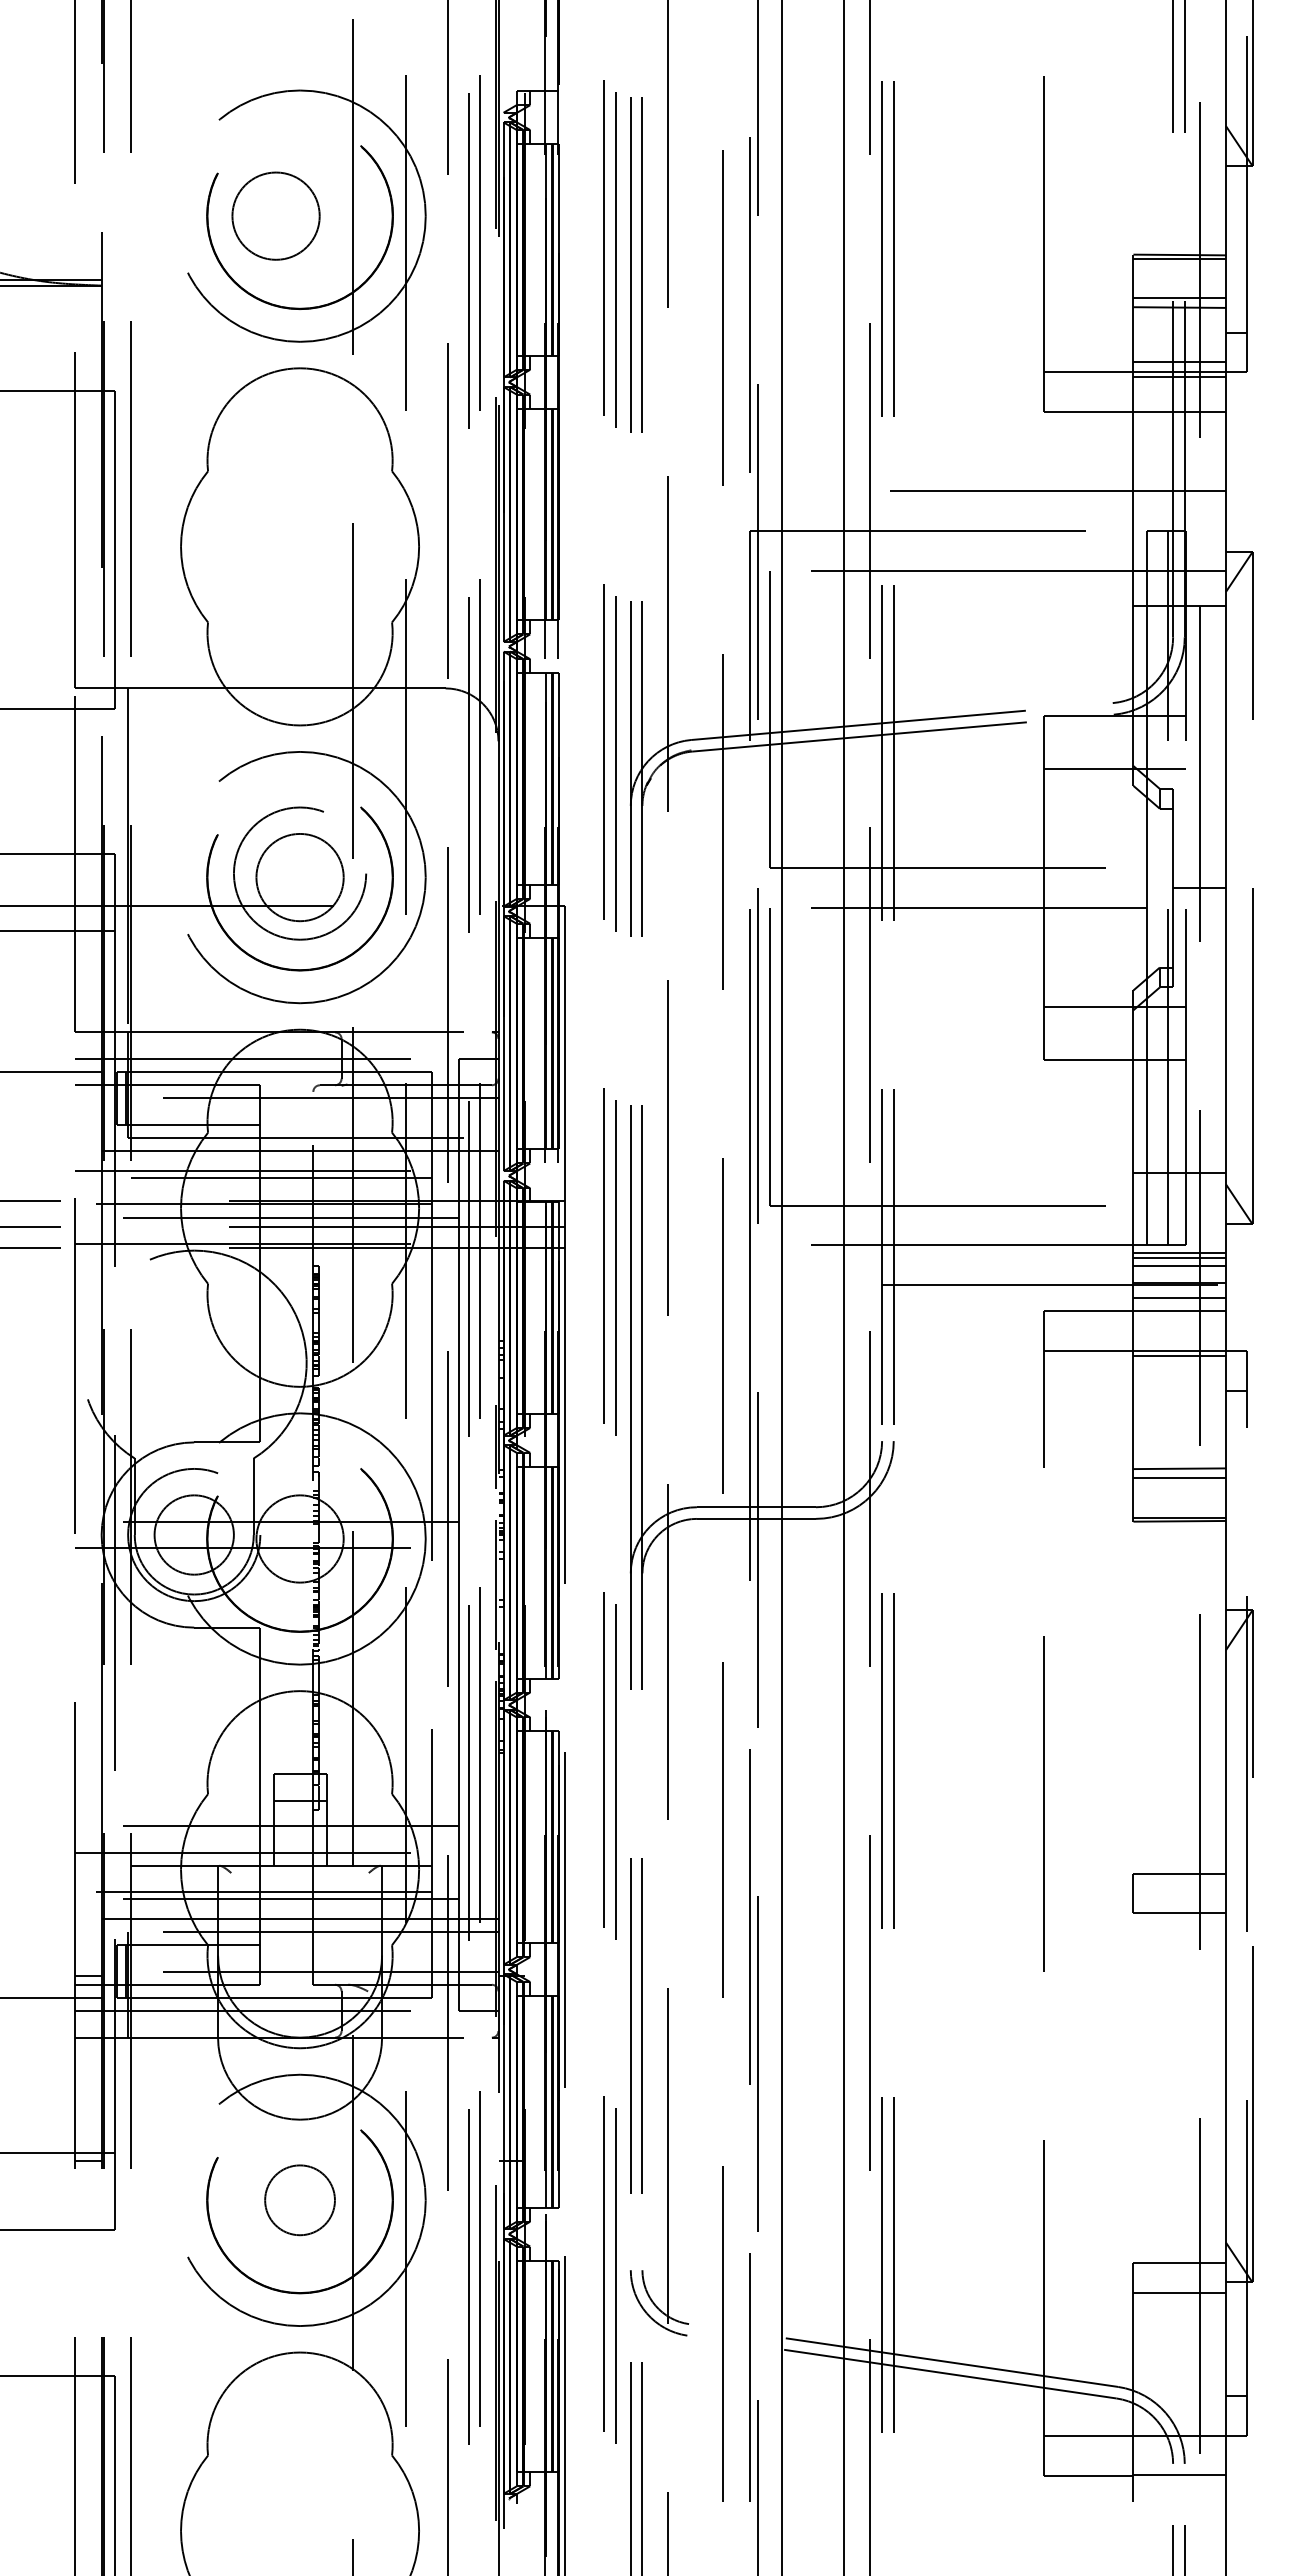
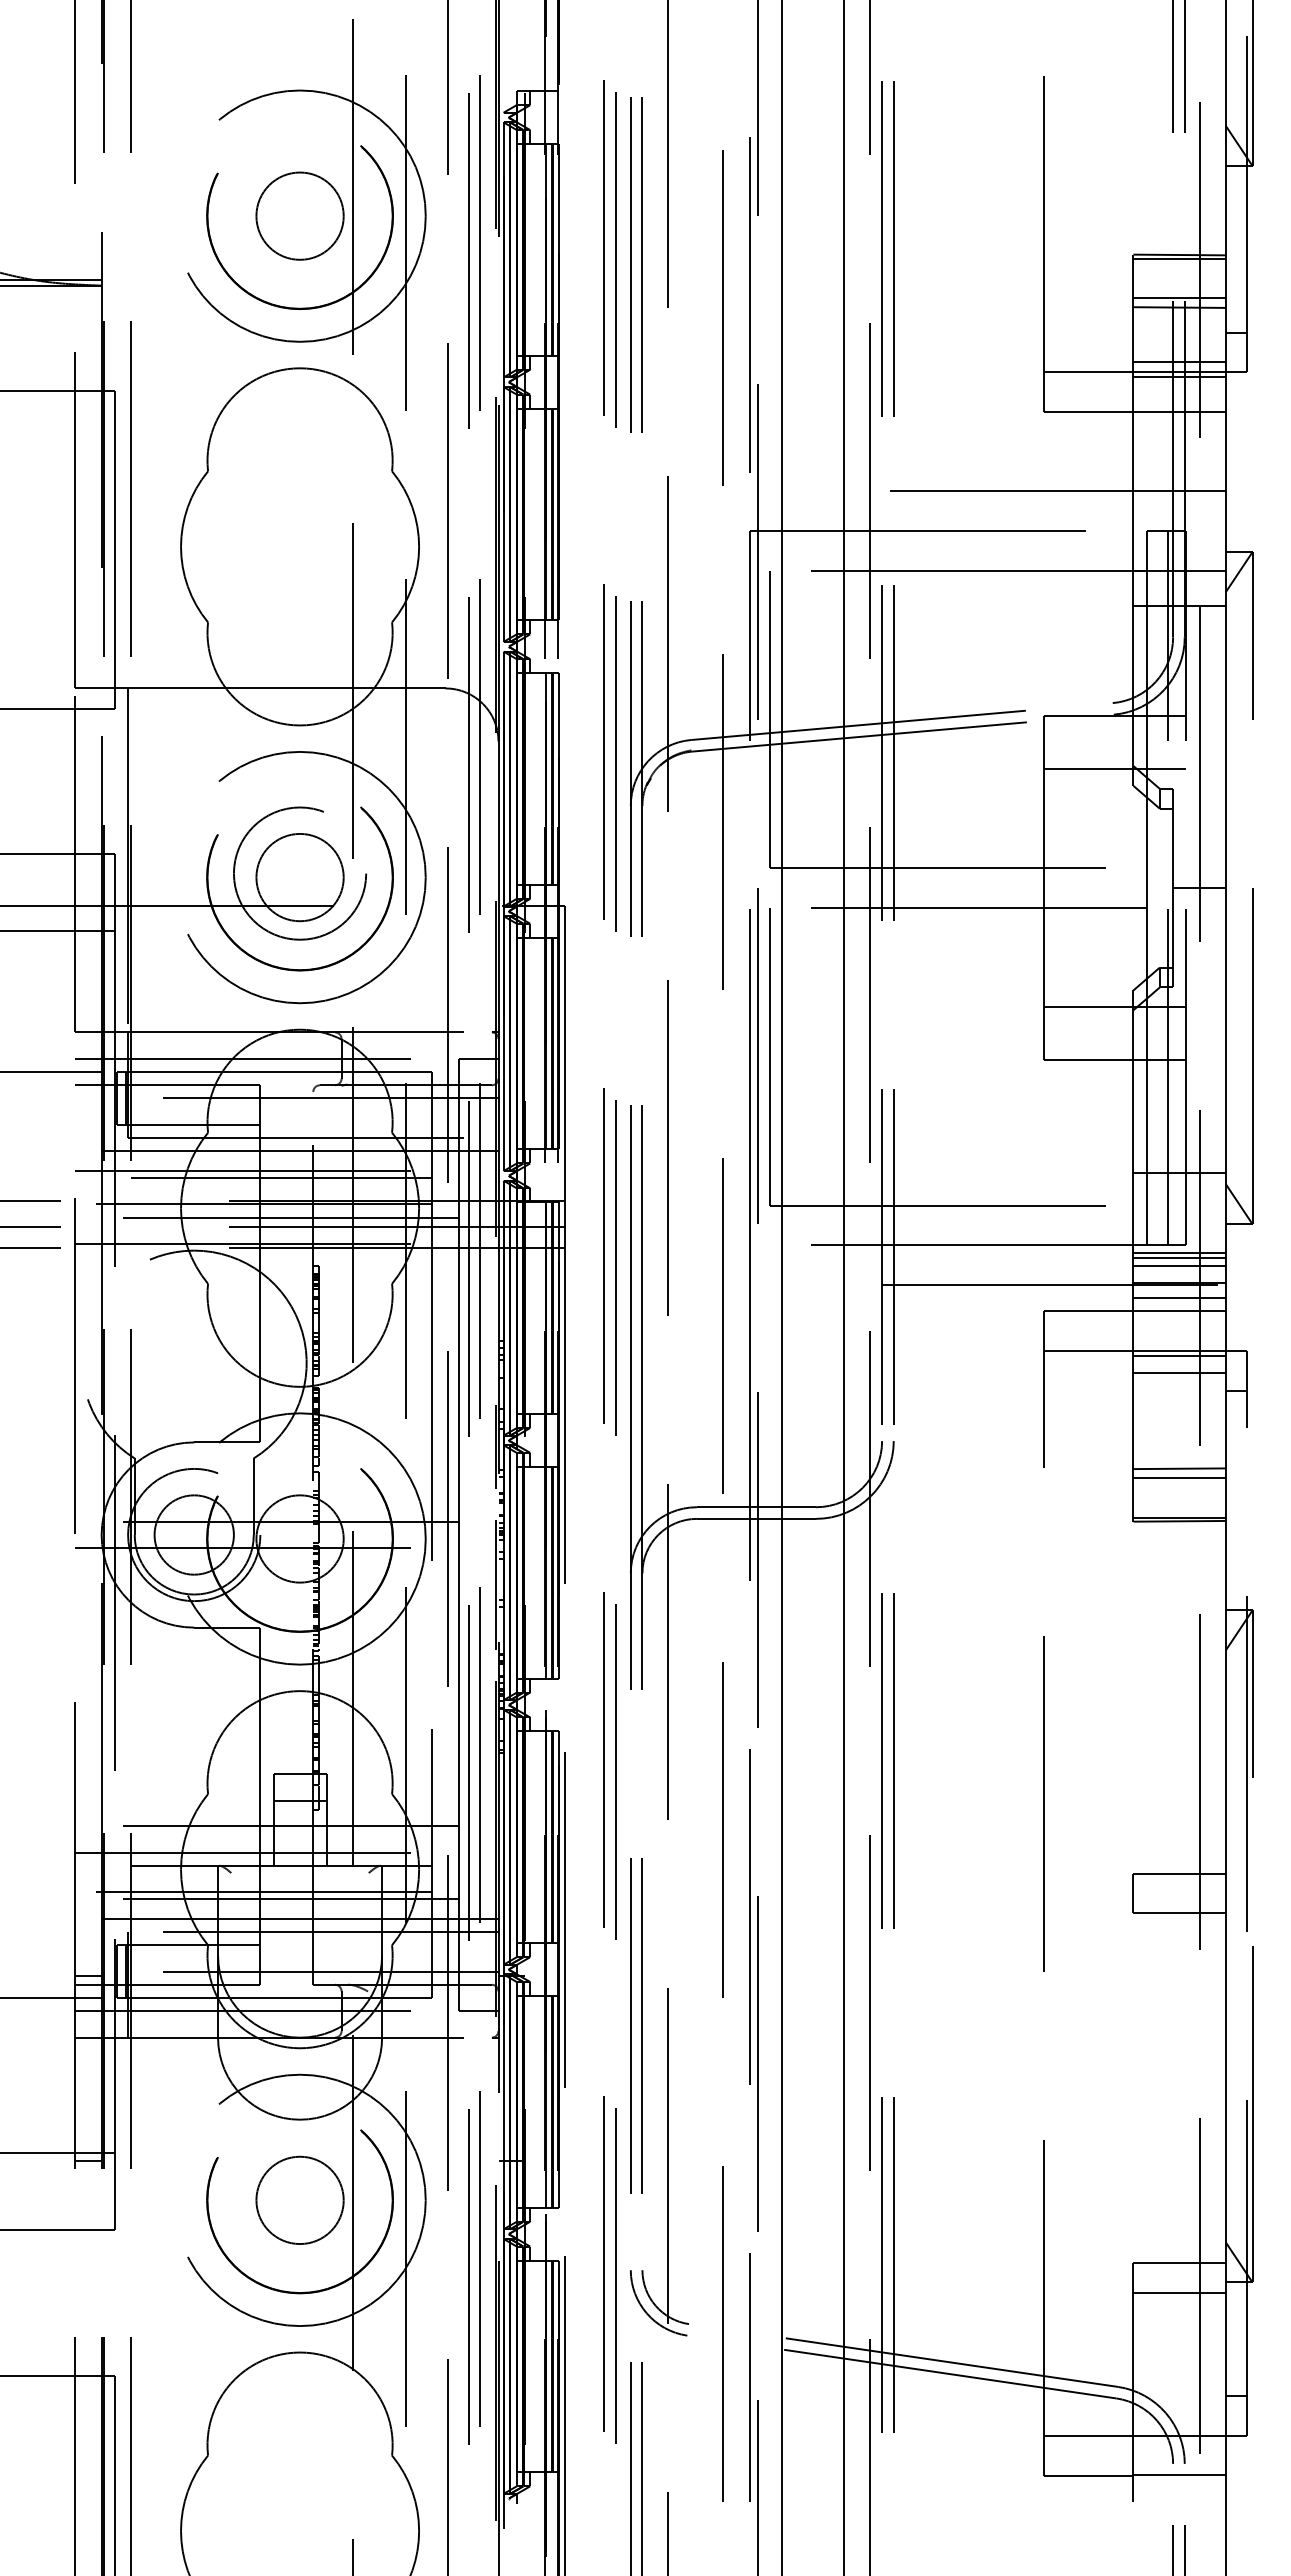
circle at (275, 215) position: (275, 215) -> (299, 215)
line at (1179, 1373): none -> present
circle at (299, 2200) size: 72x73 px -> 90x90 px
